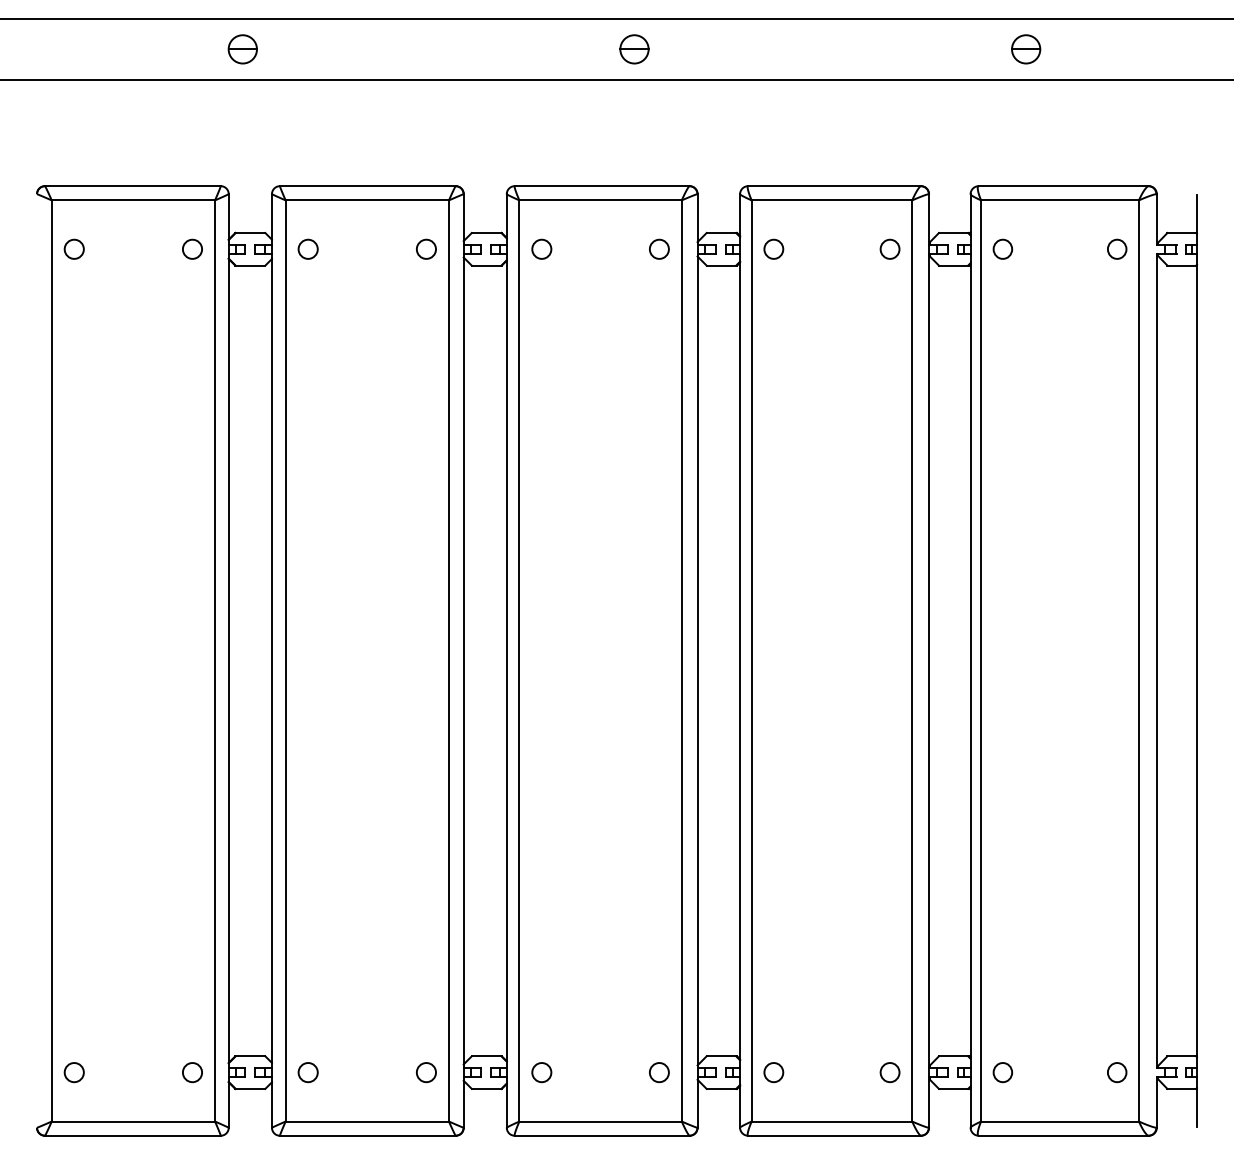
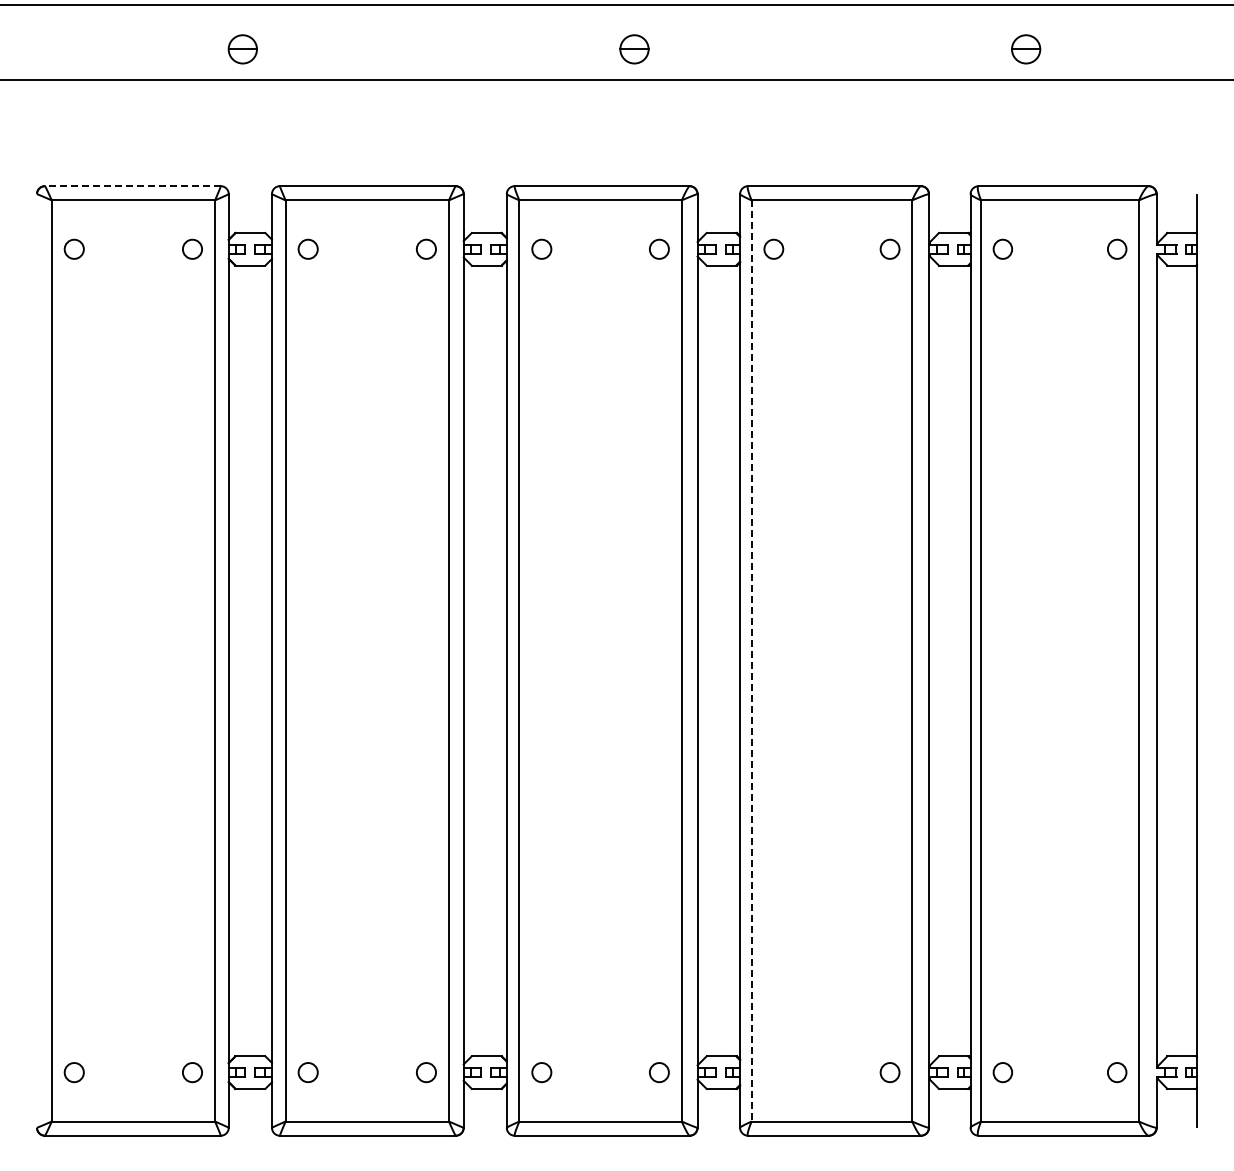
line at (616, 19) position: (616, 19) -> (616, 5)
line at (132, 186): solid -> dashed
line at (751, 660): solid -> dashed
part at (773, 1072): present -> none
